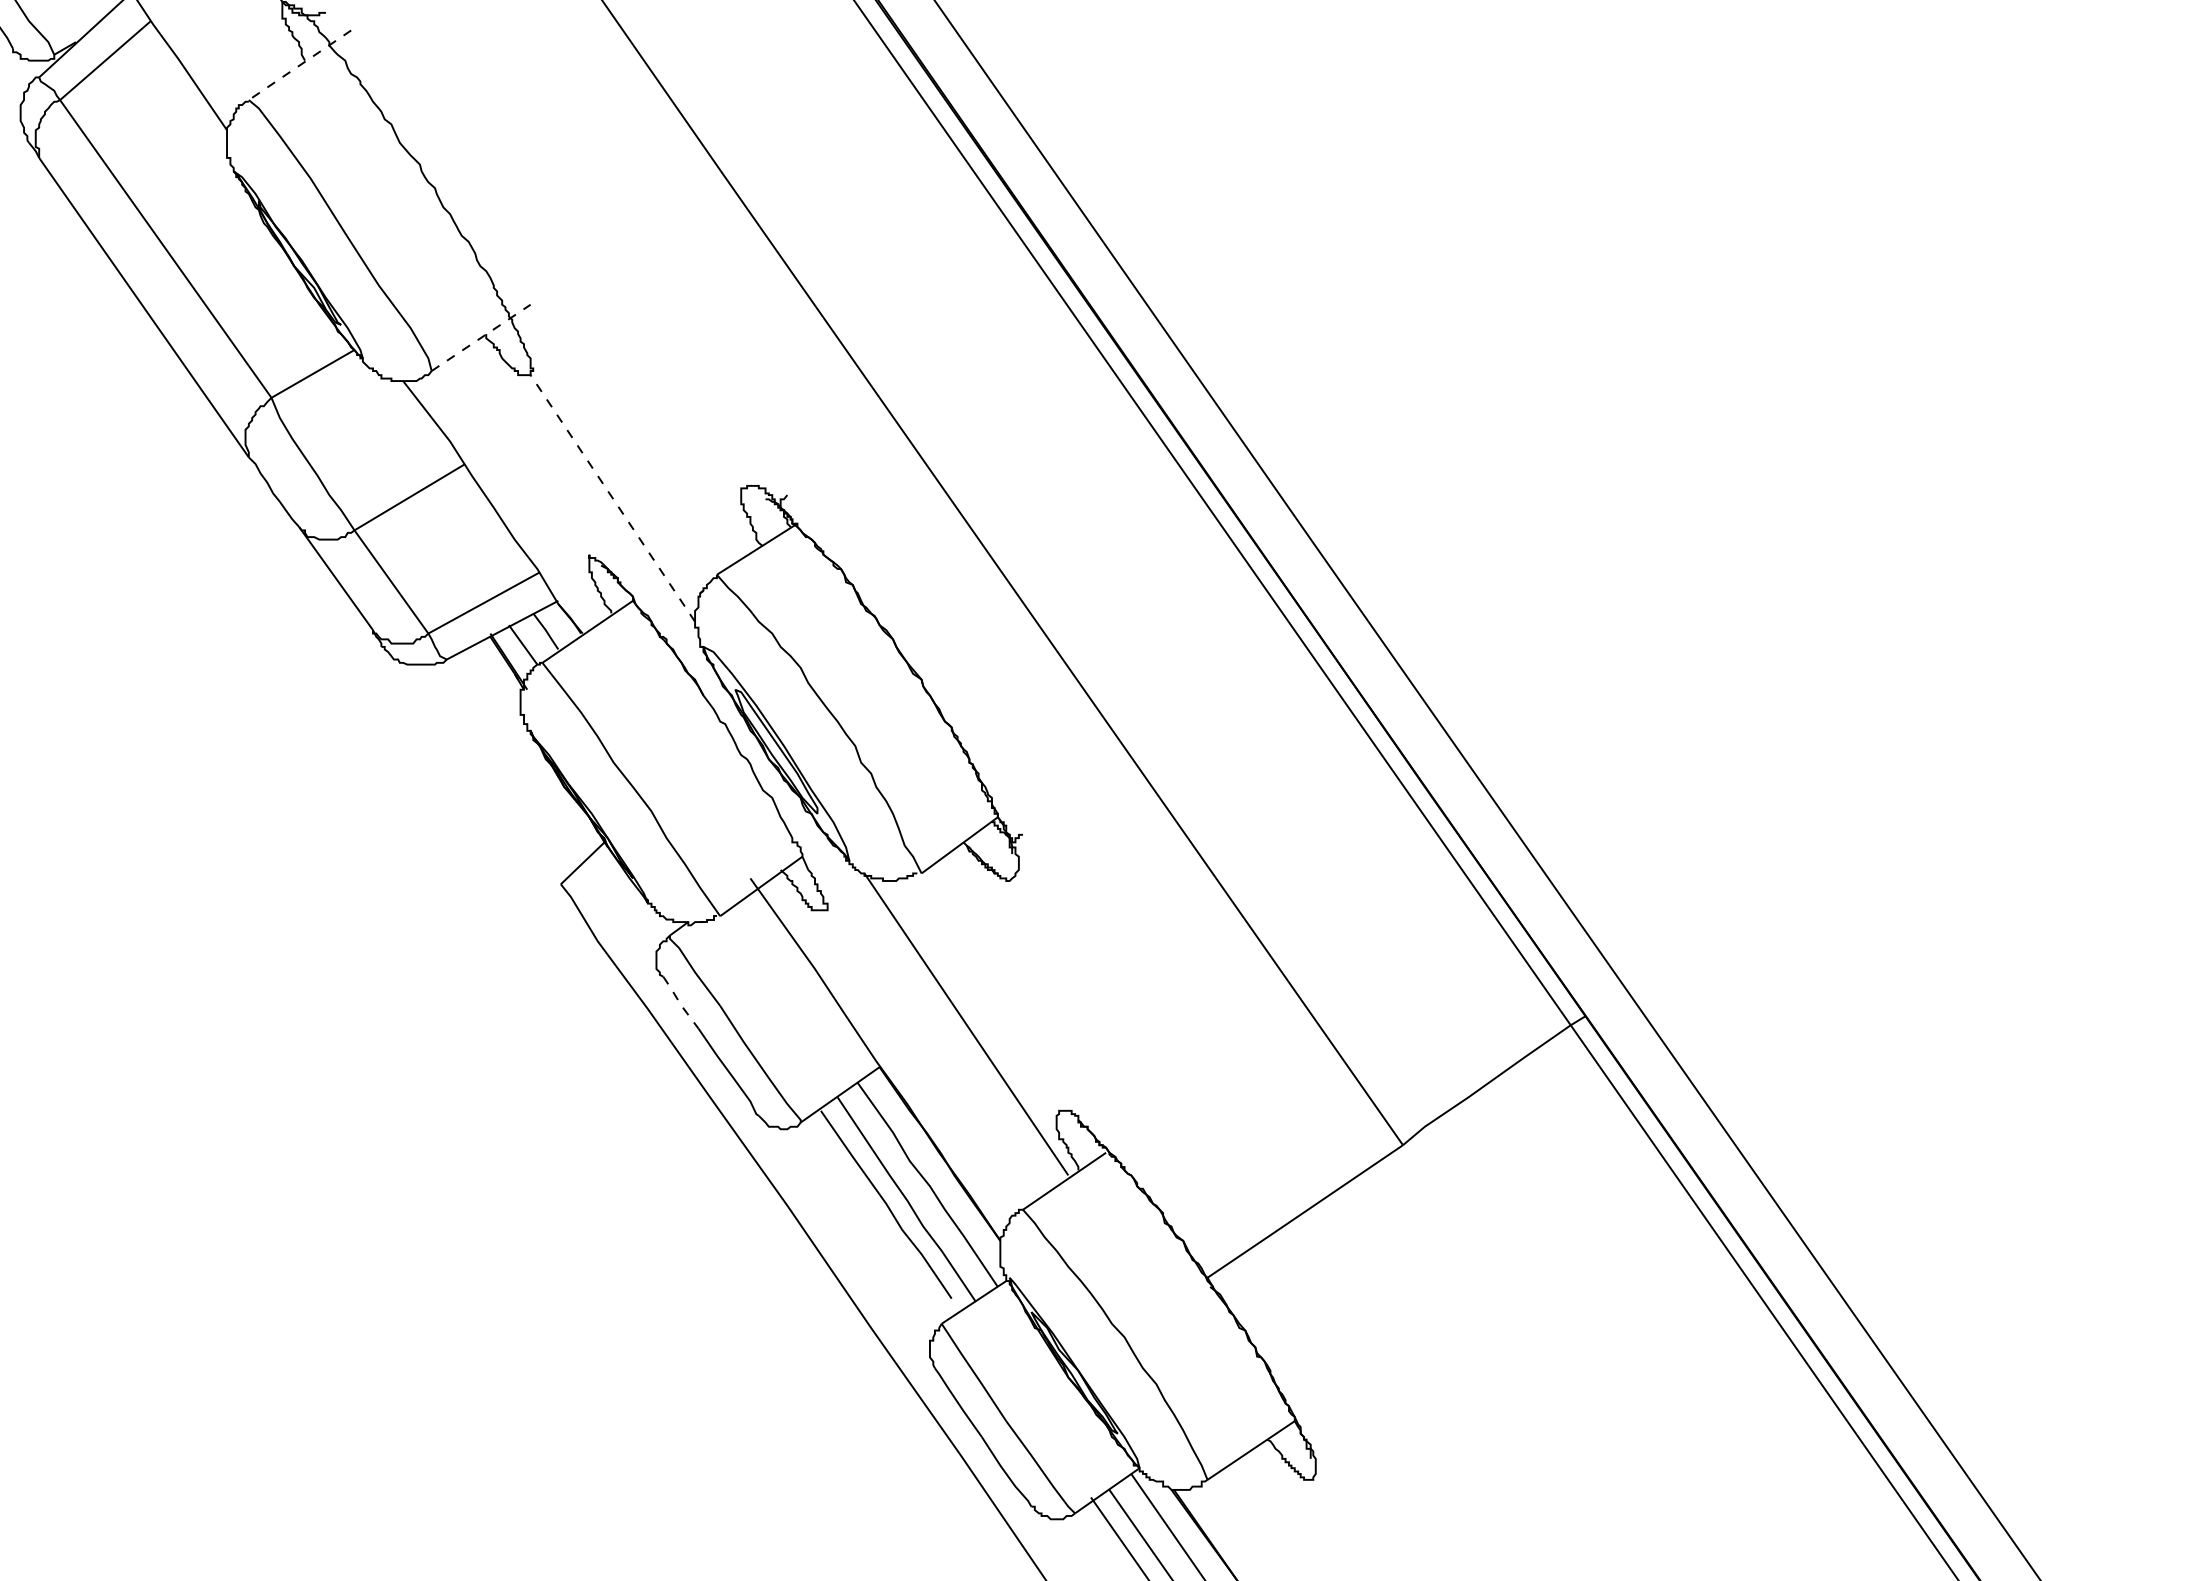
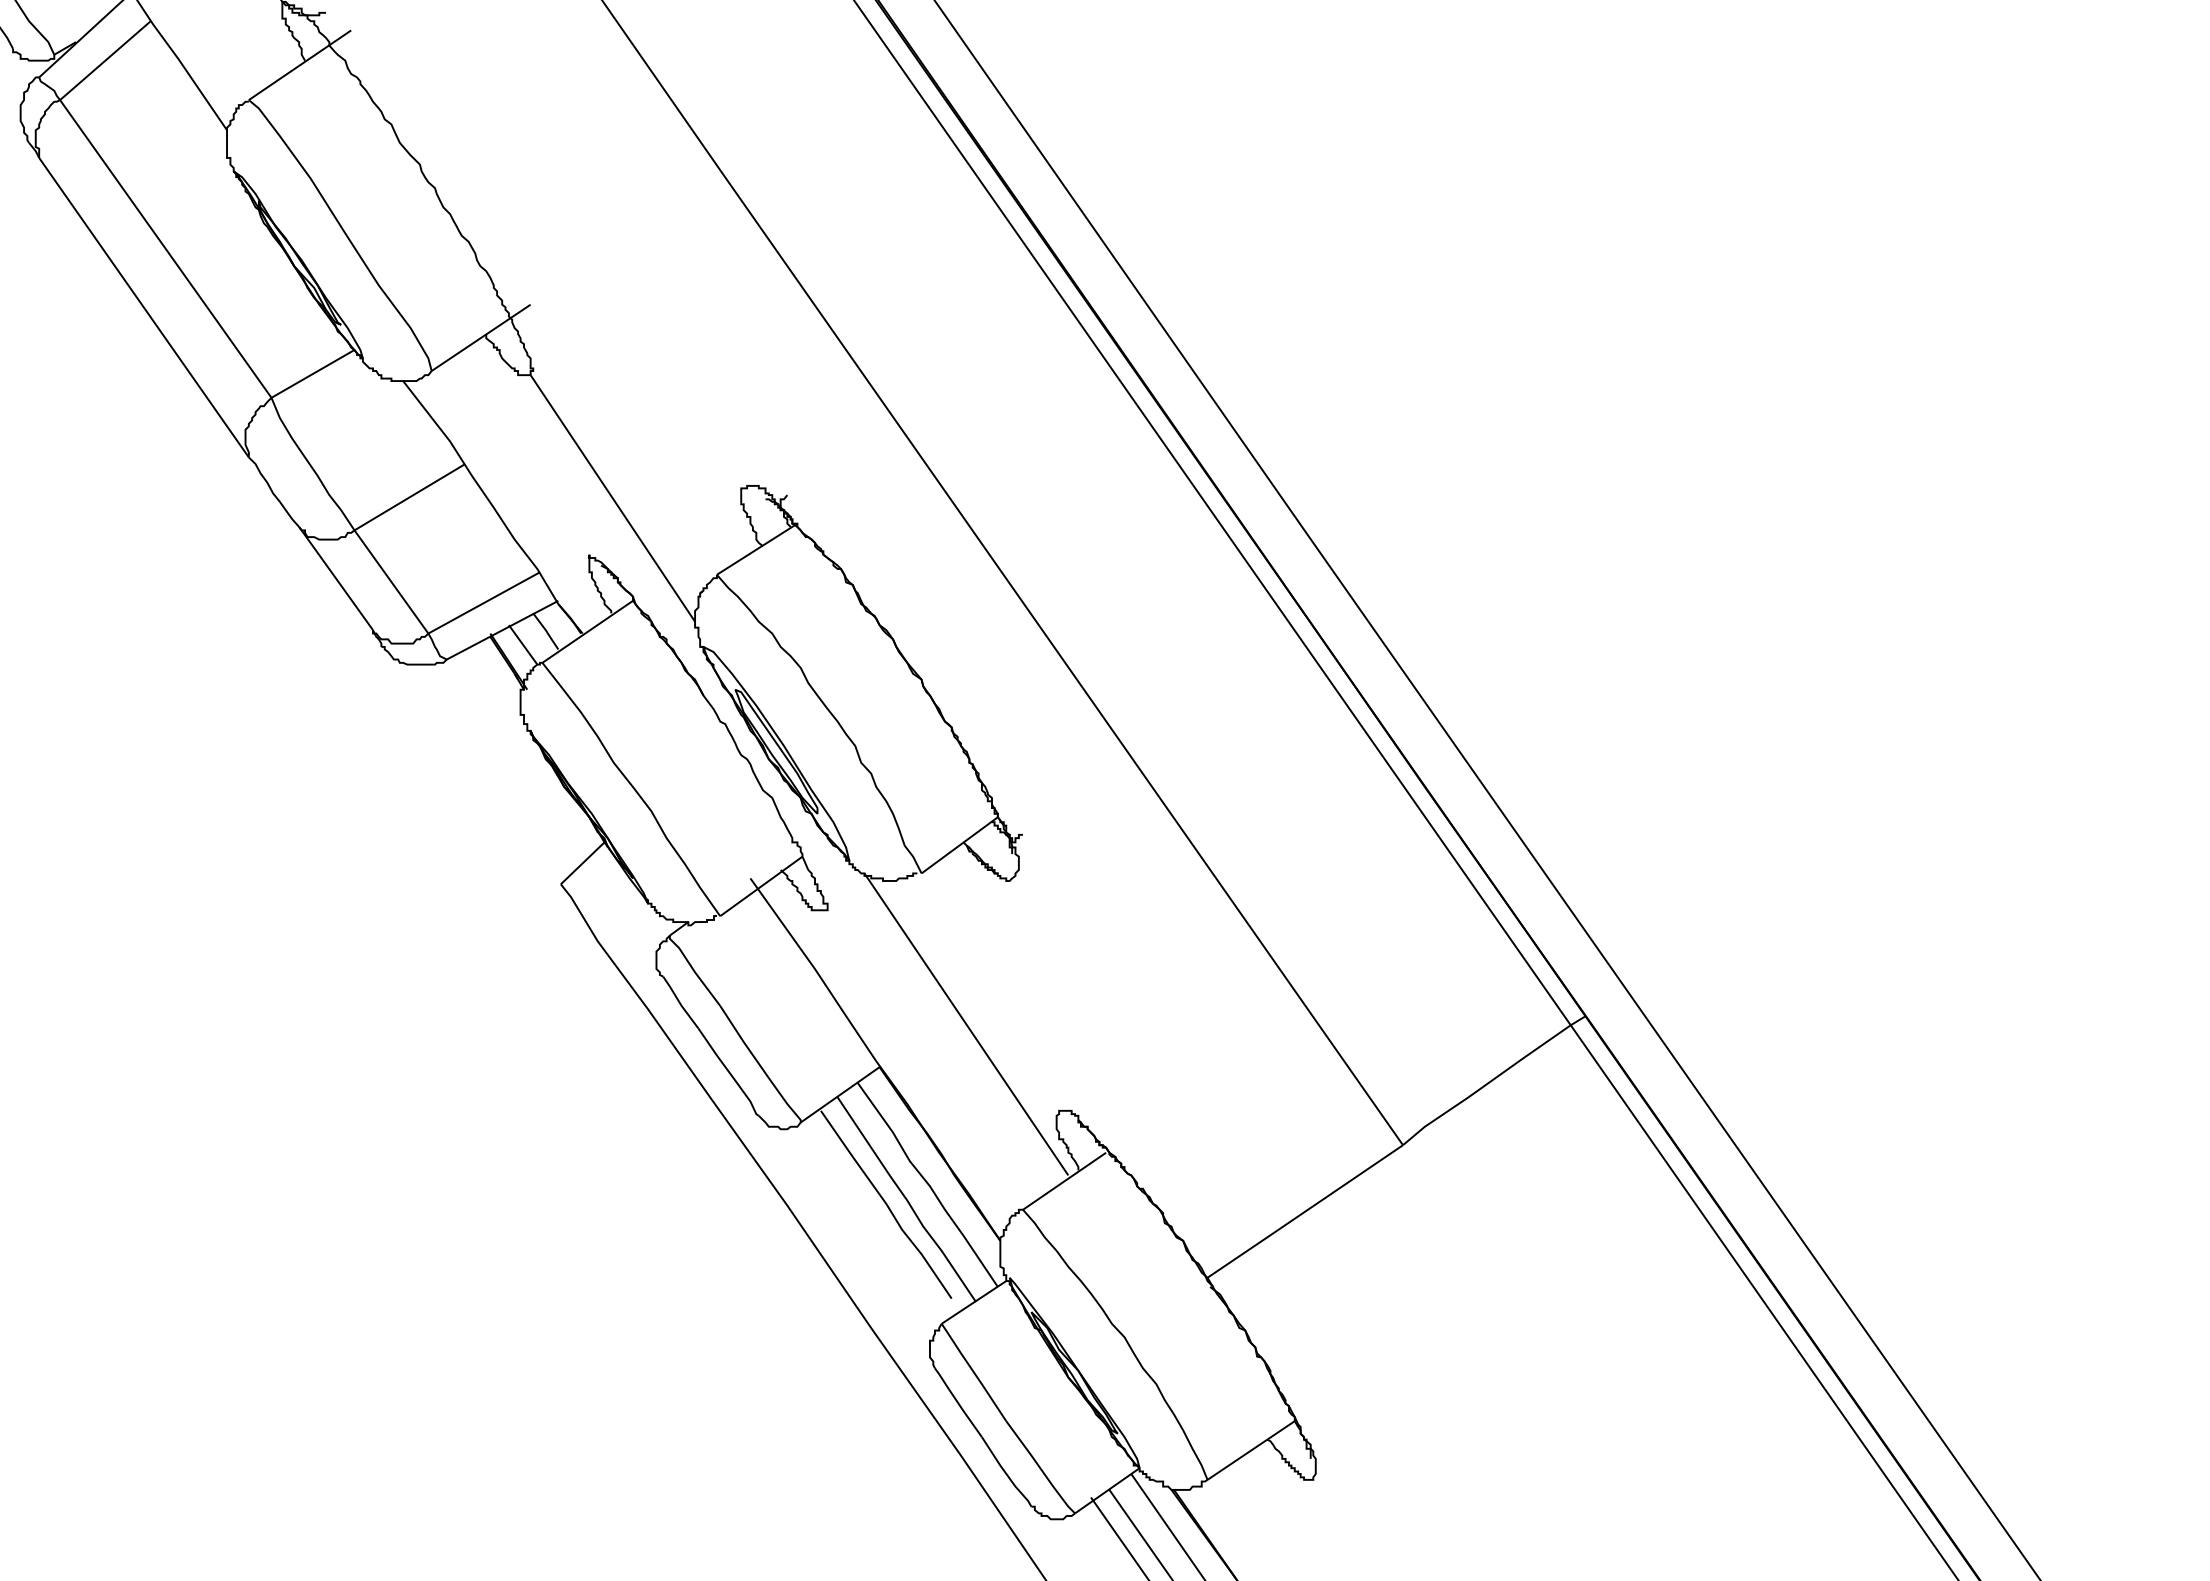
line at (300, 65): dashed -> solid
line at (481, 337): dashed -> solid
line at (612, 498): dashed -> solid
line at (680, 1003): dashed -> solid
